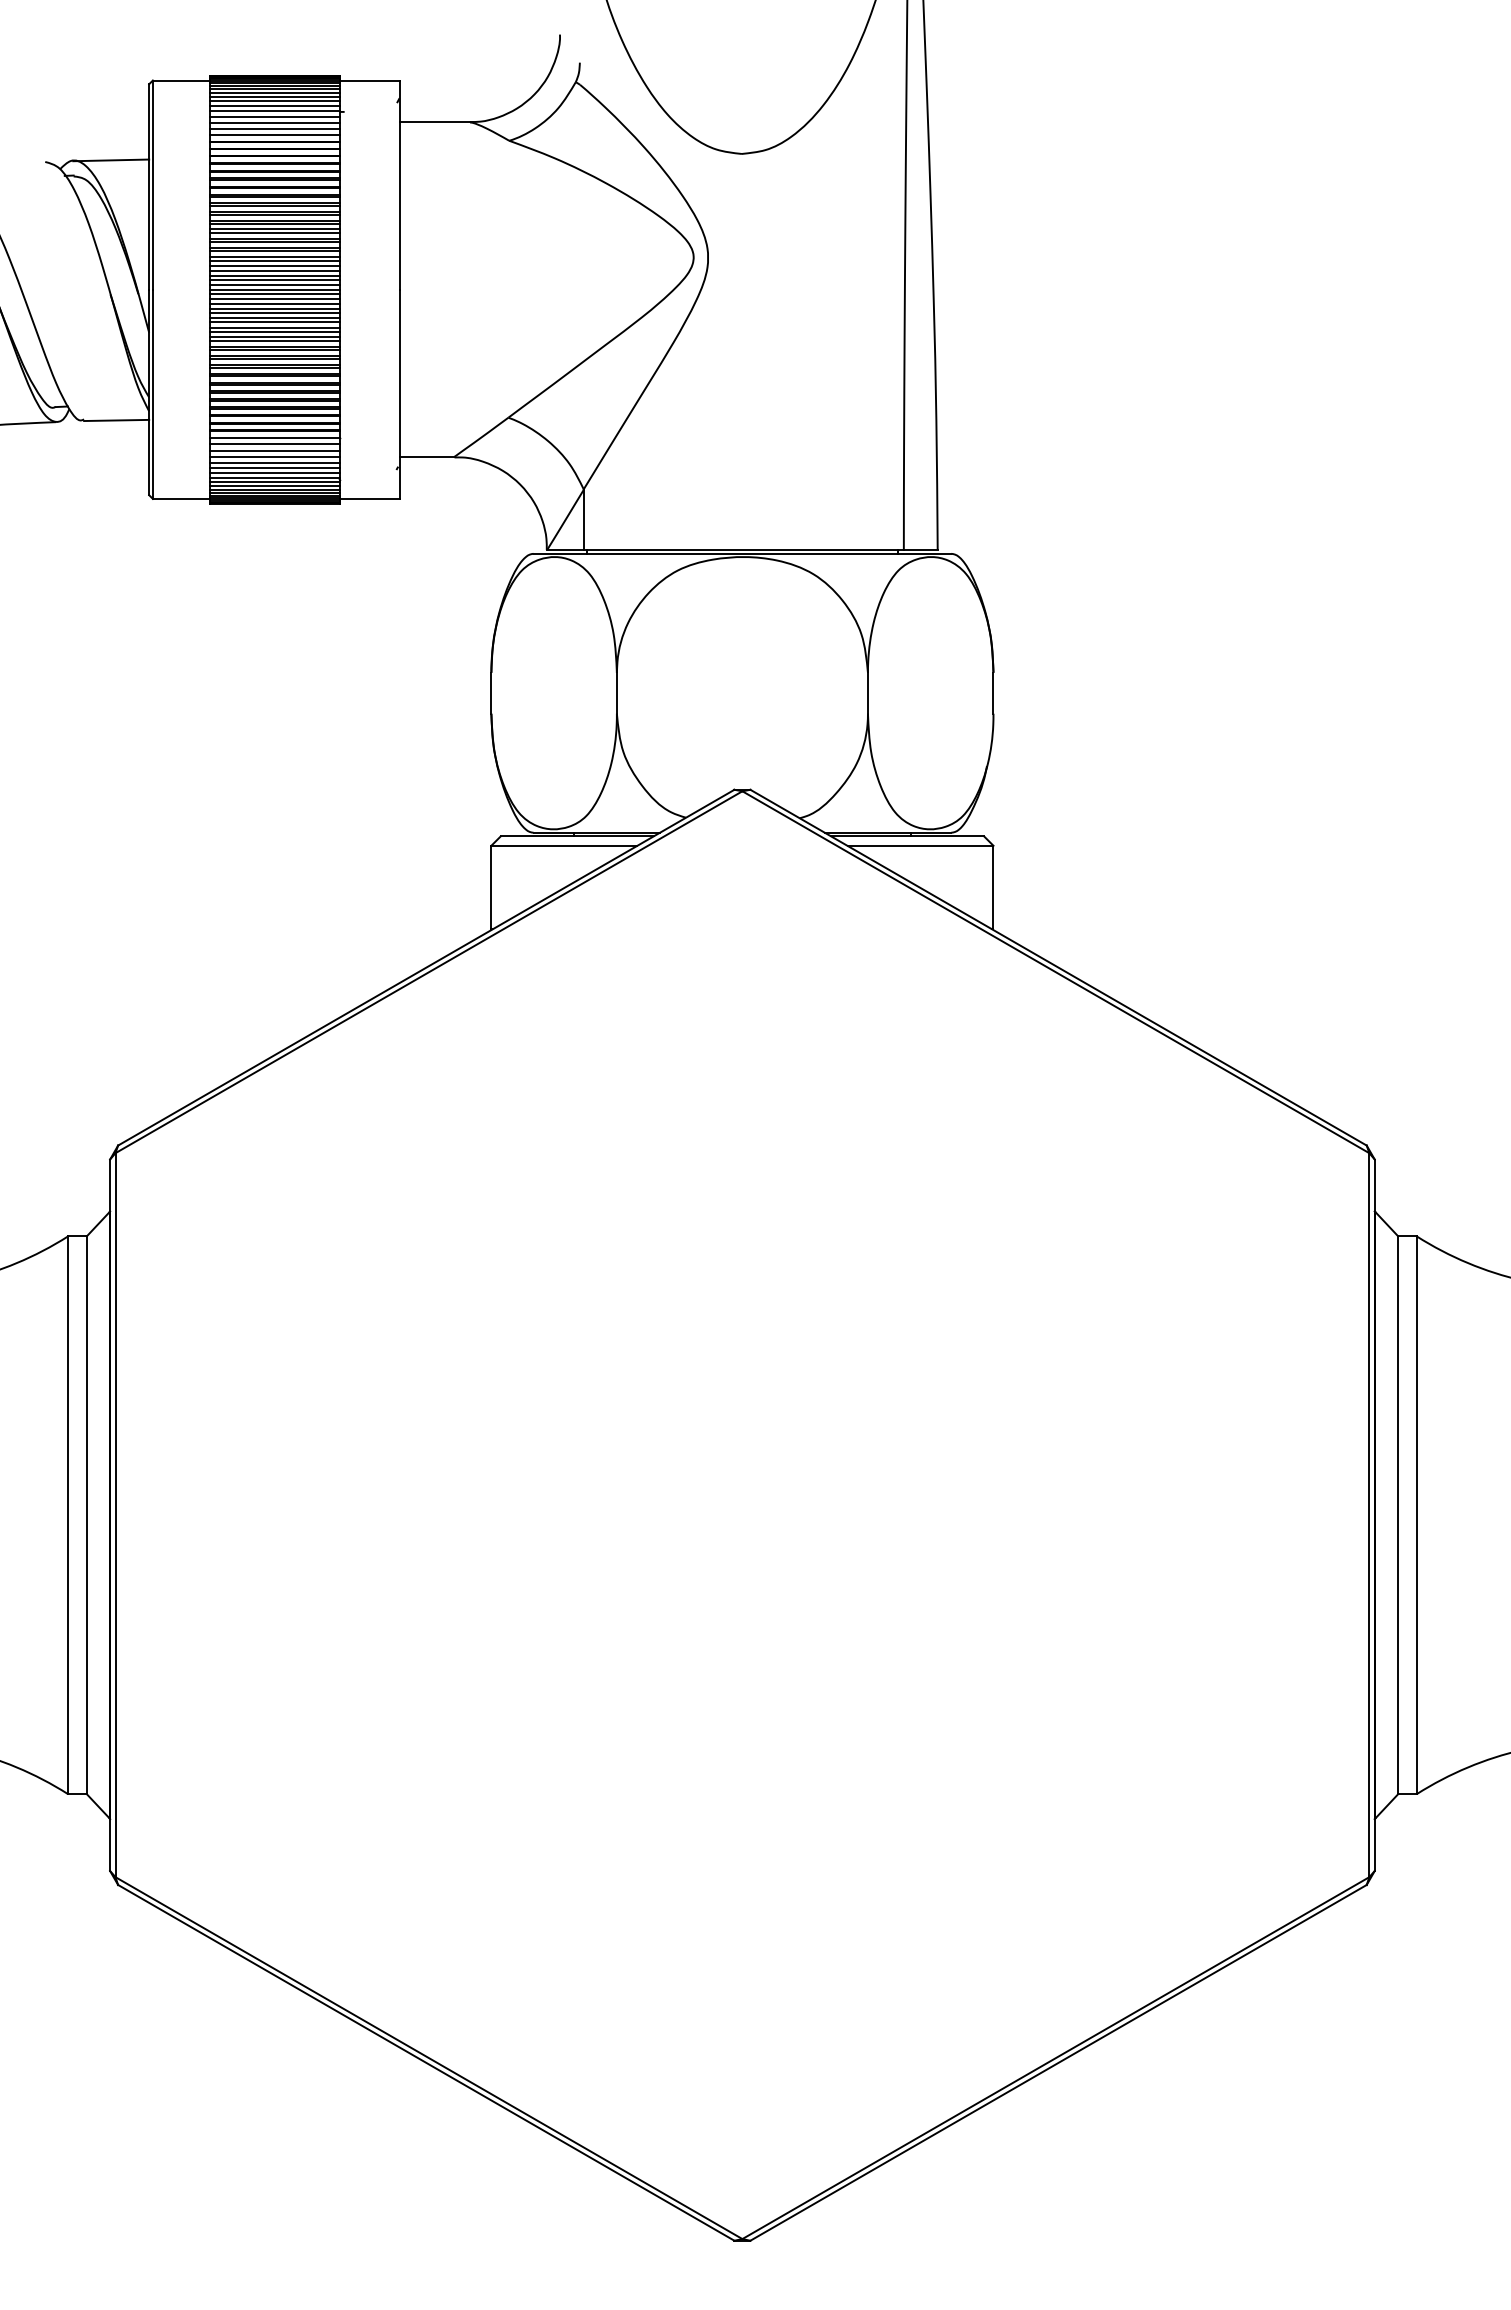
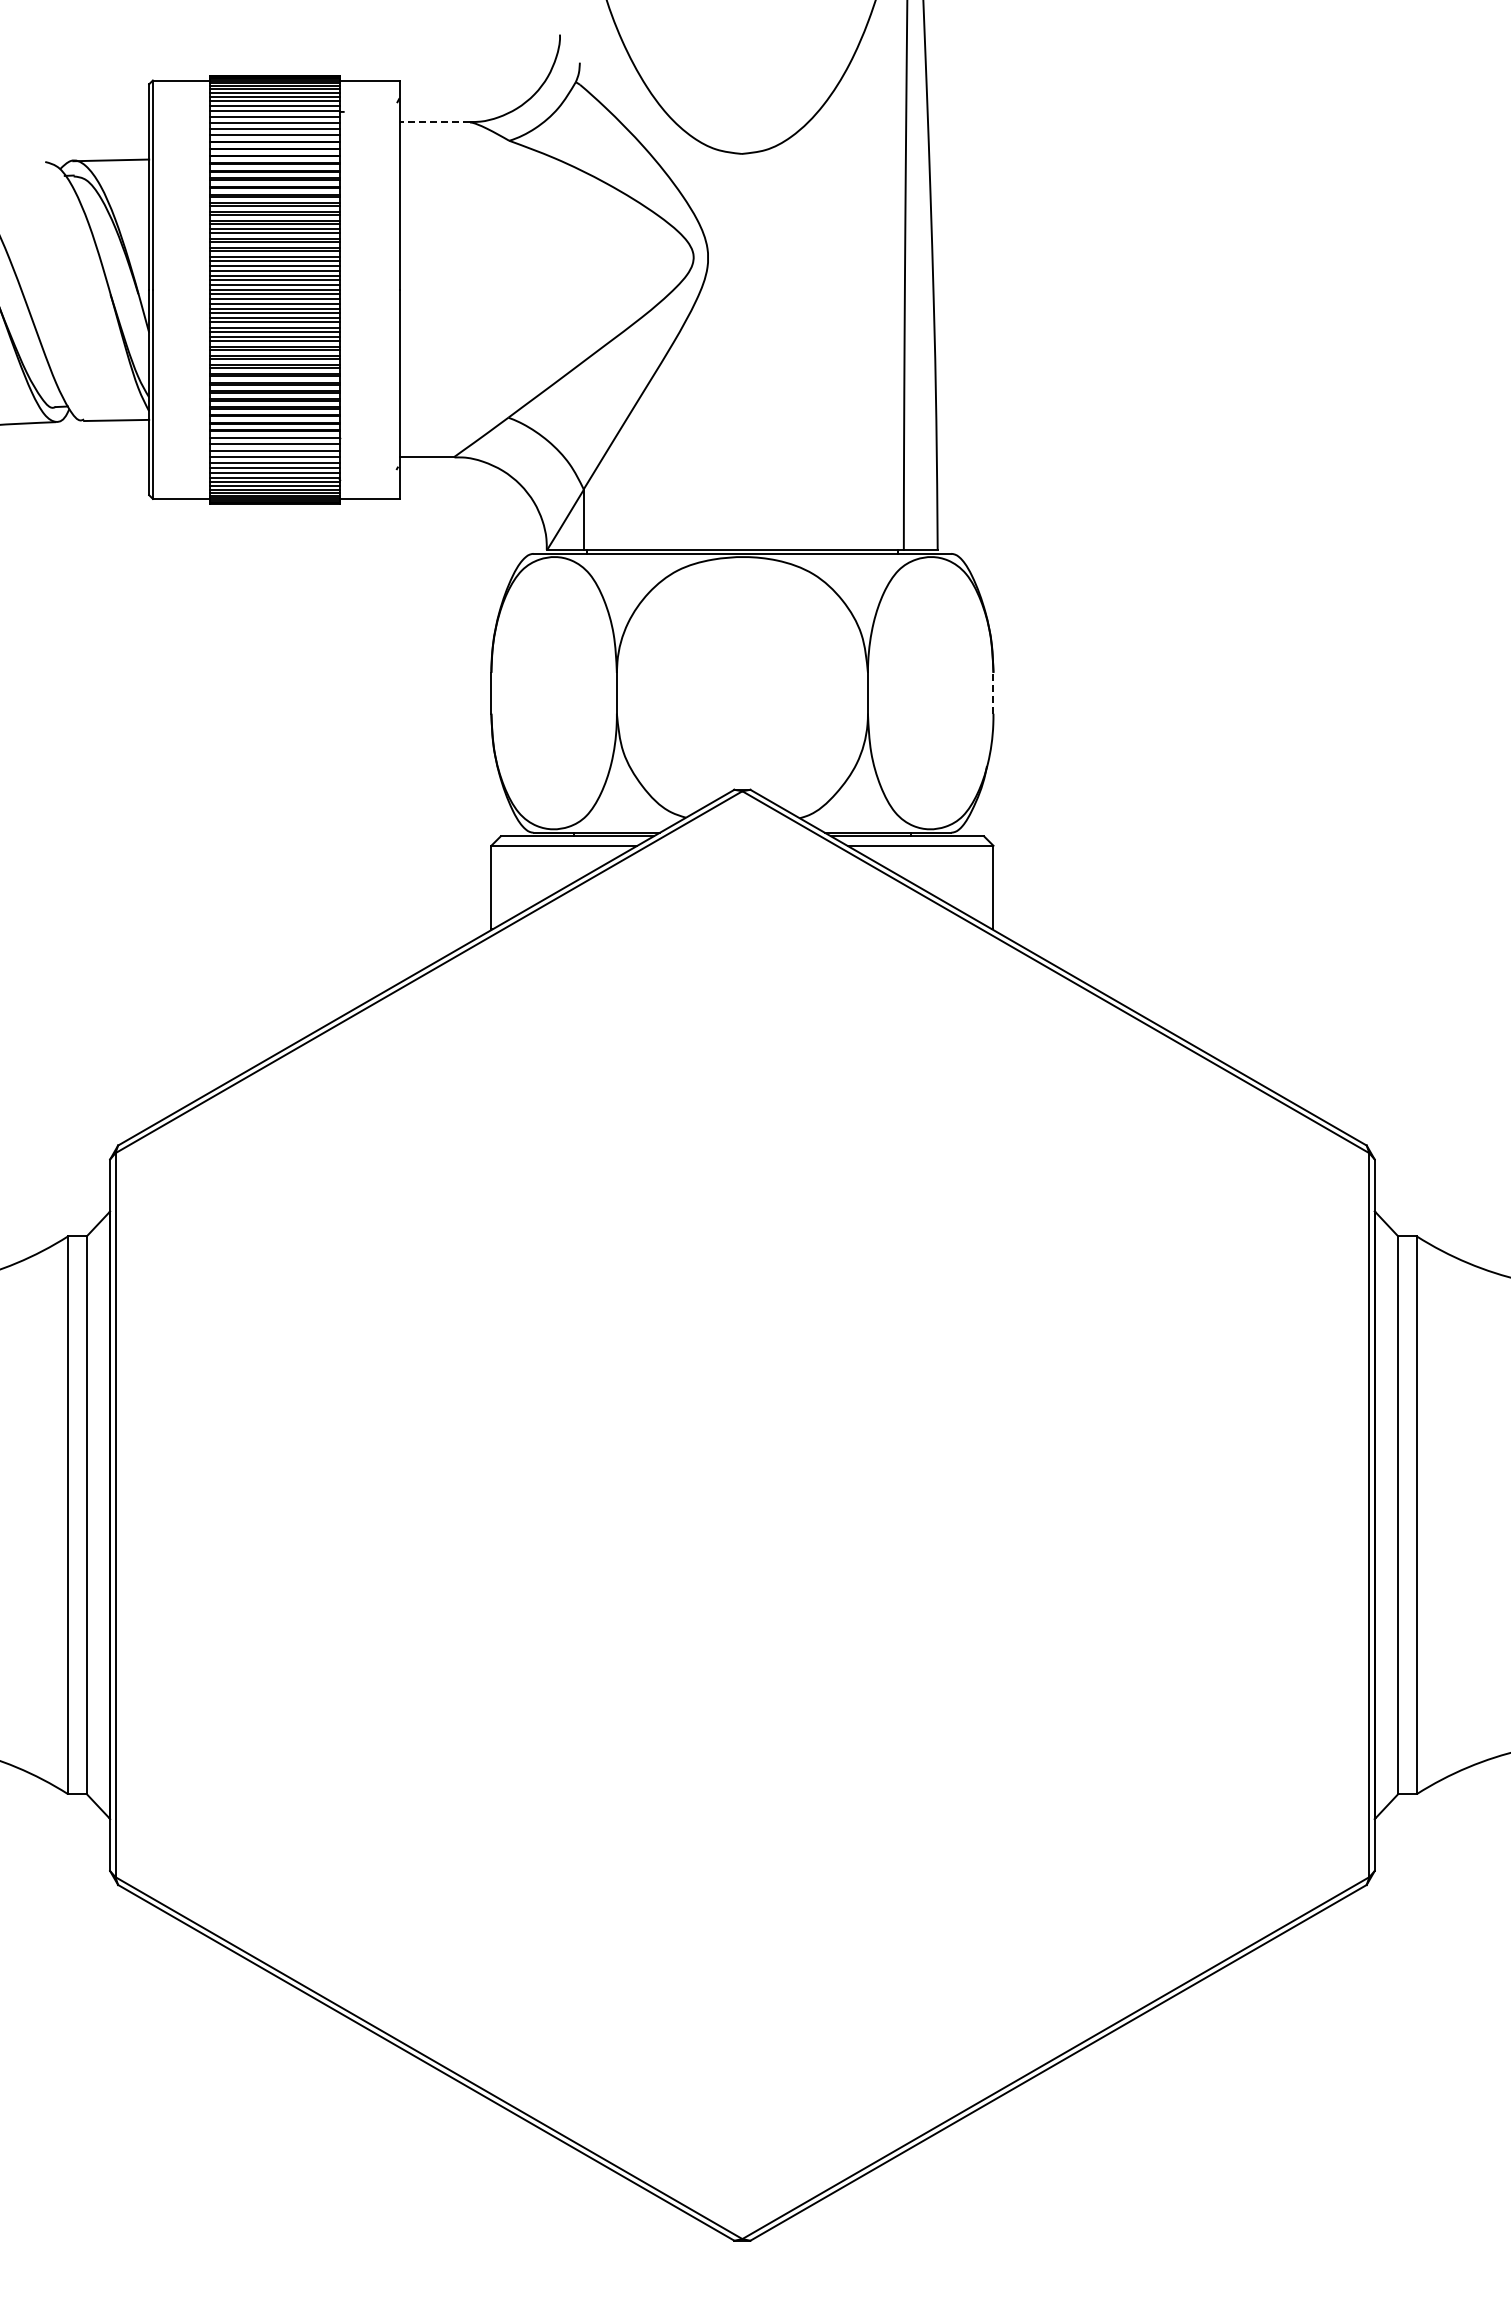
line at (435, 122): solid -> dashed
line at (993, 692): solid -> dashed
